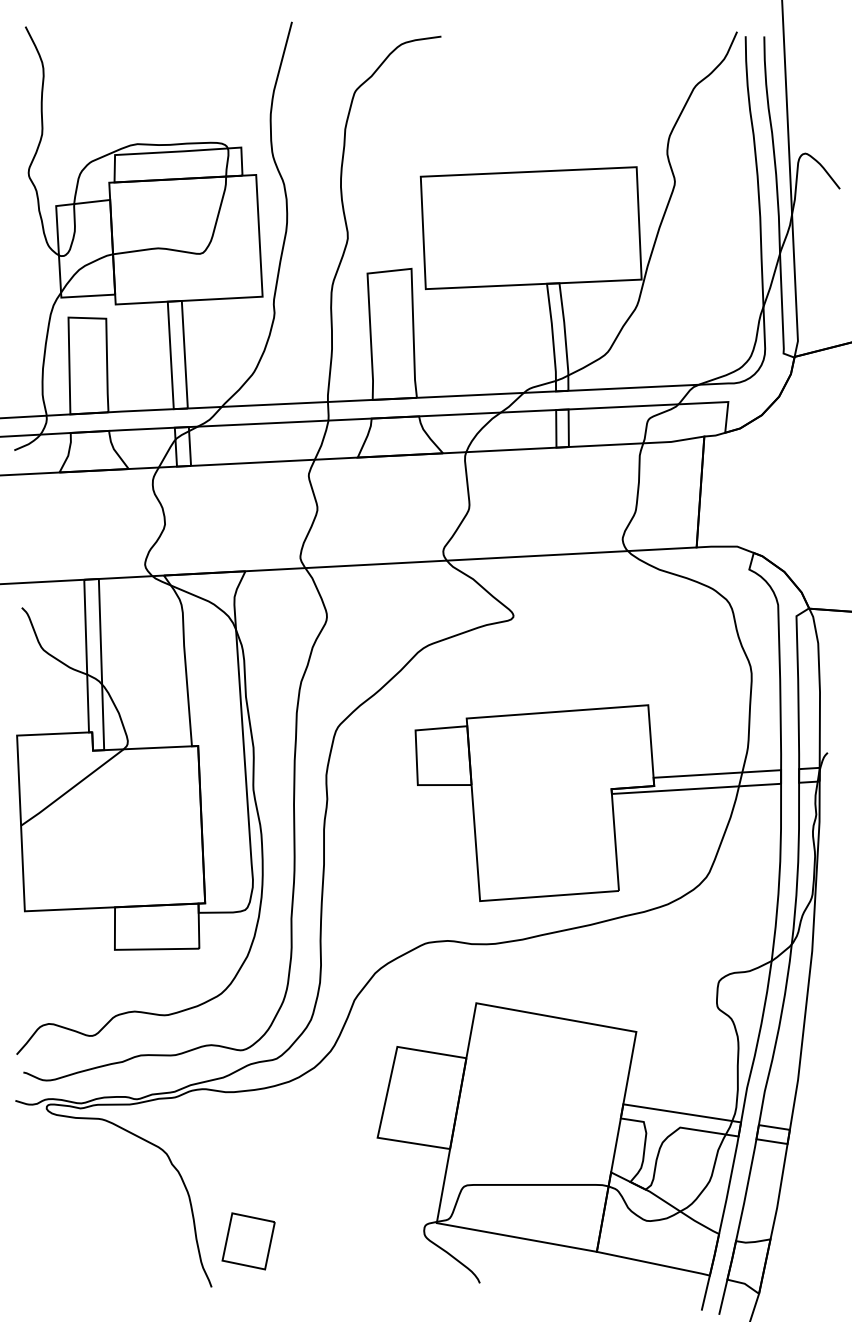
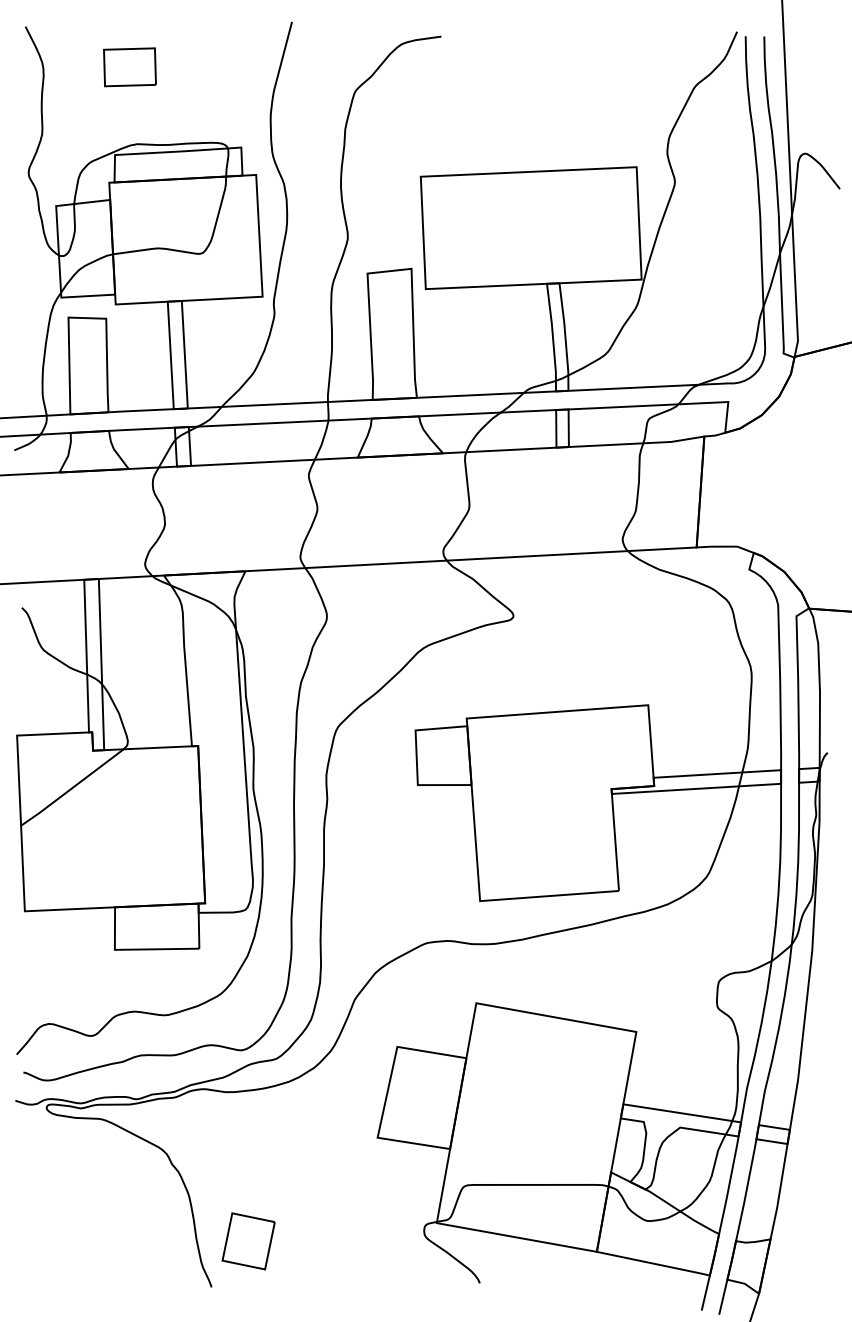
part at (129, 67): none -> present
